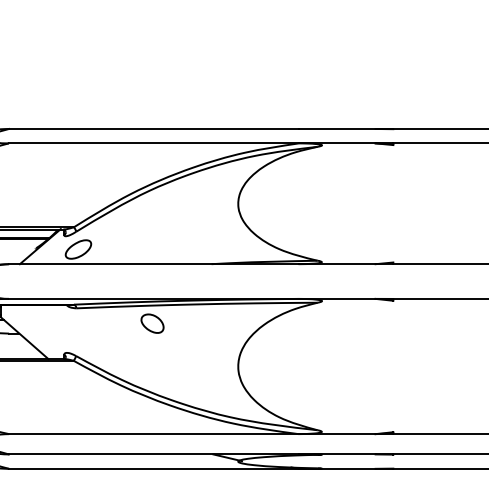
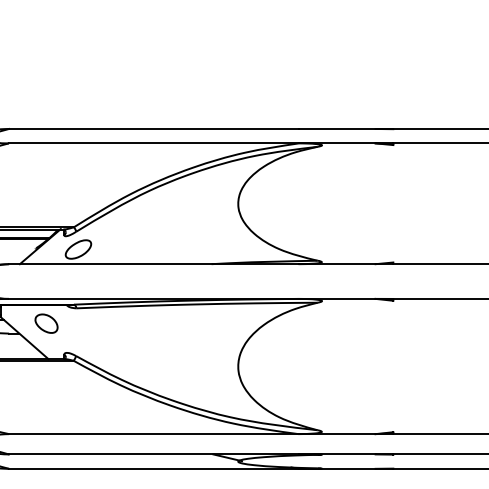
part at (152, 323) position: (152, 323) -> (46, 323)
